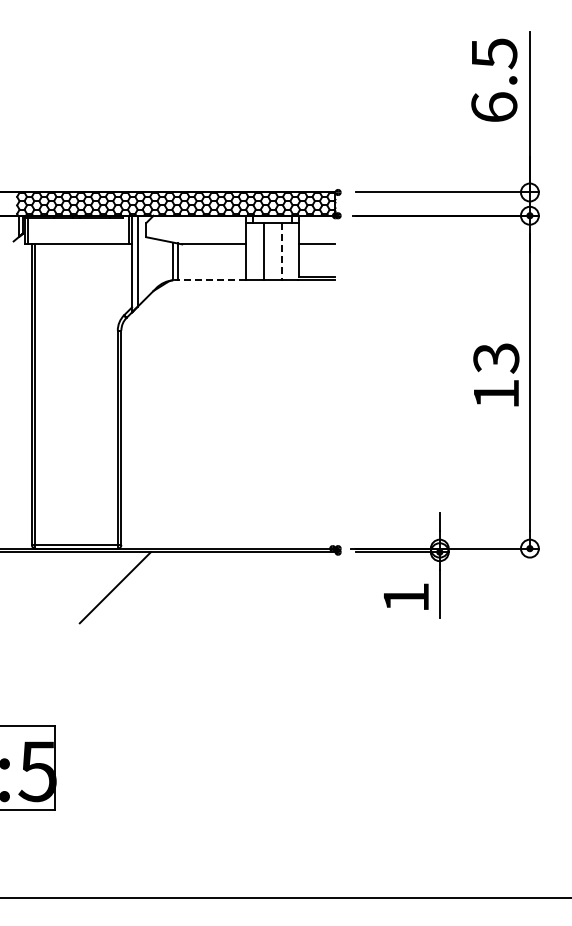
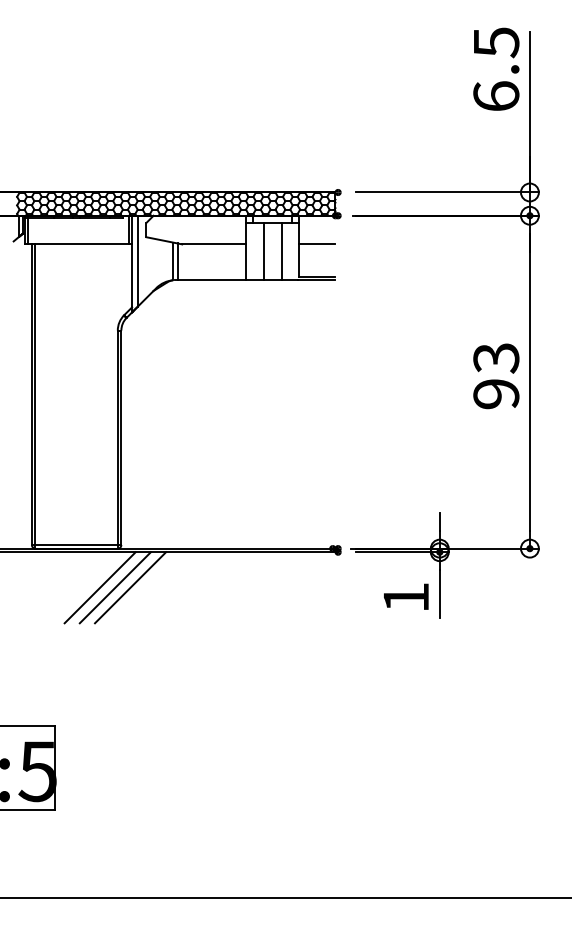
text at (494, 79) position: (494, 79) -> (496, 68)
line at (281, 251): dashed -> solid
line at (211, 280): dashed -> solid
text at (496, 394): 13 -> 93
line at (99, 587): none -> present
line at (130, 587): none -> present
